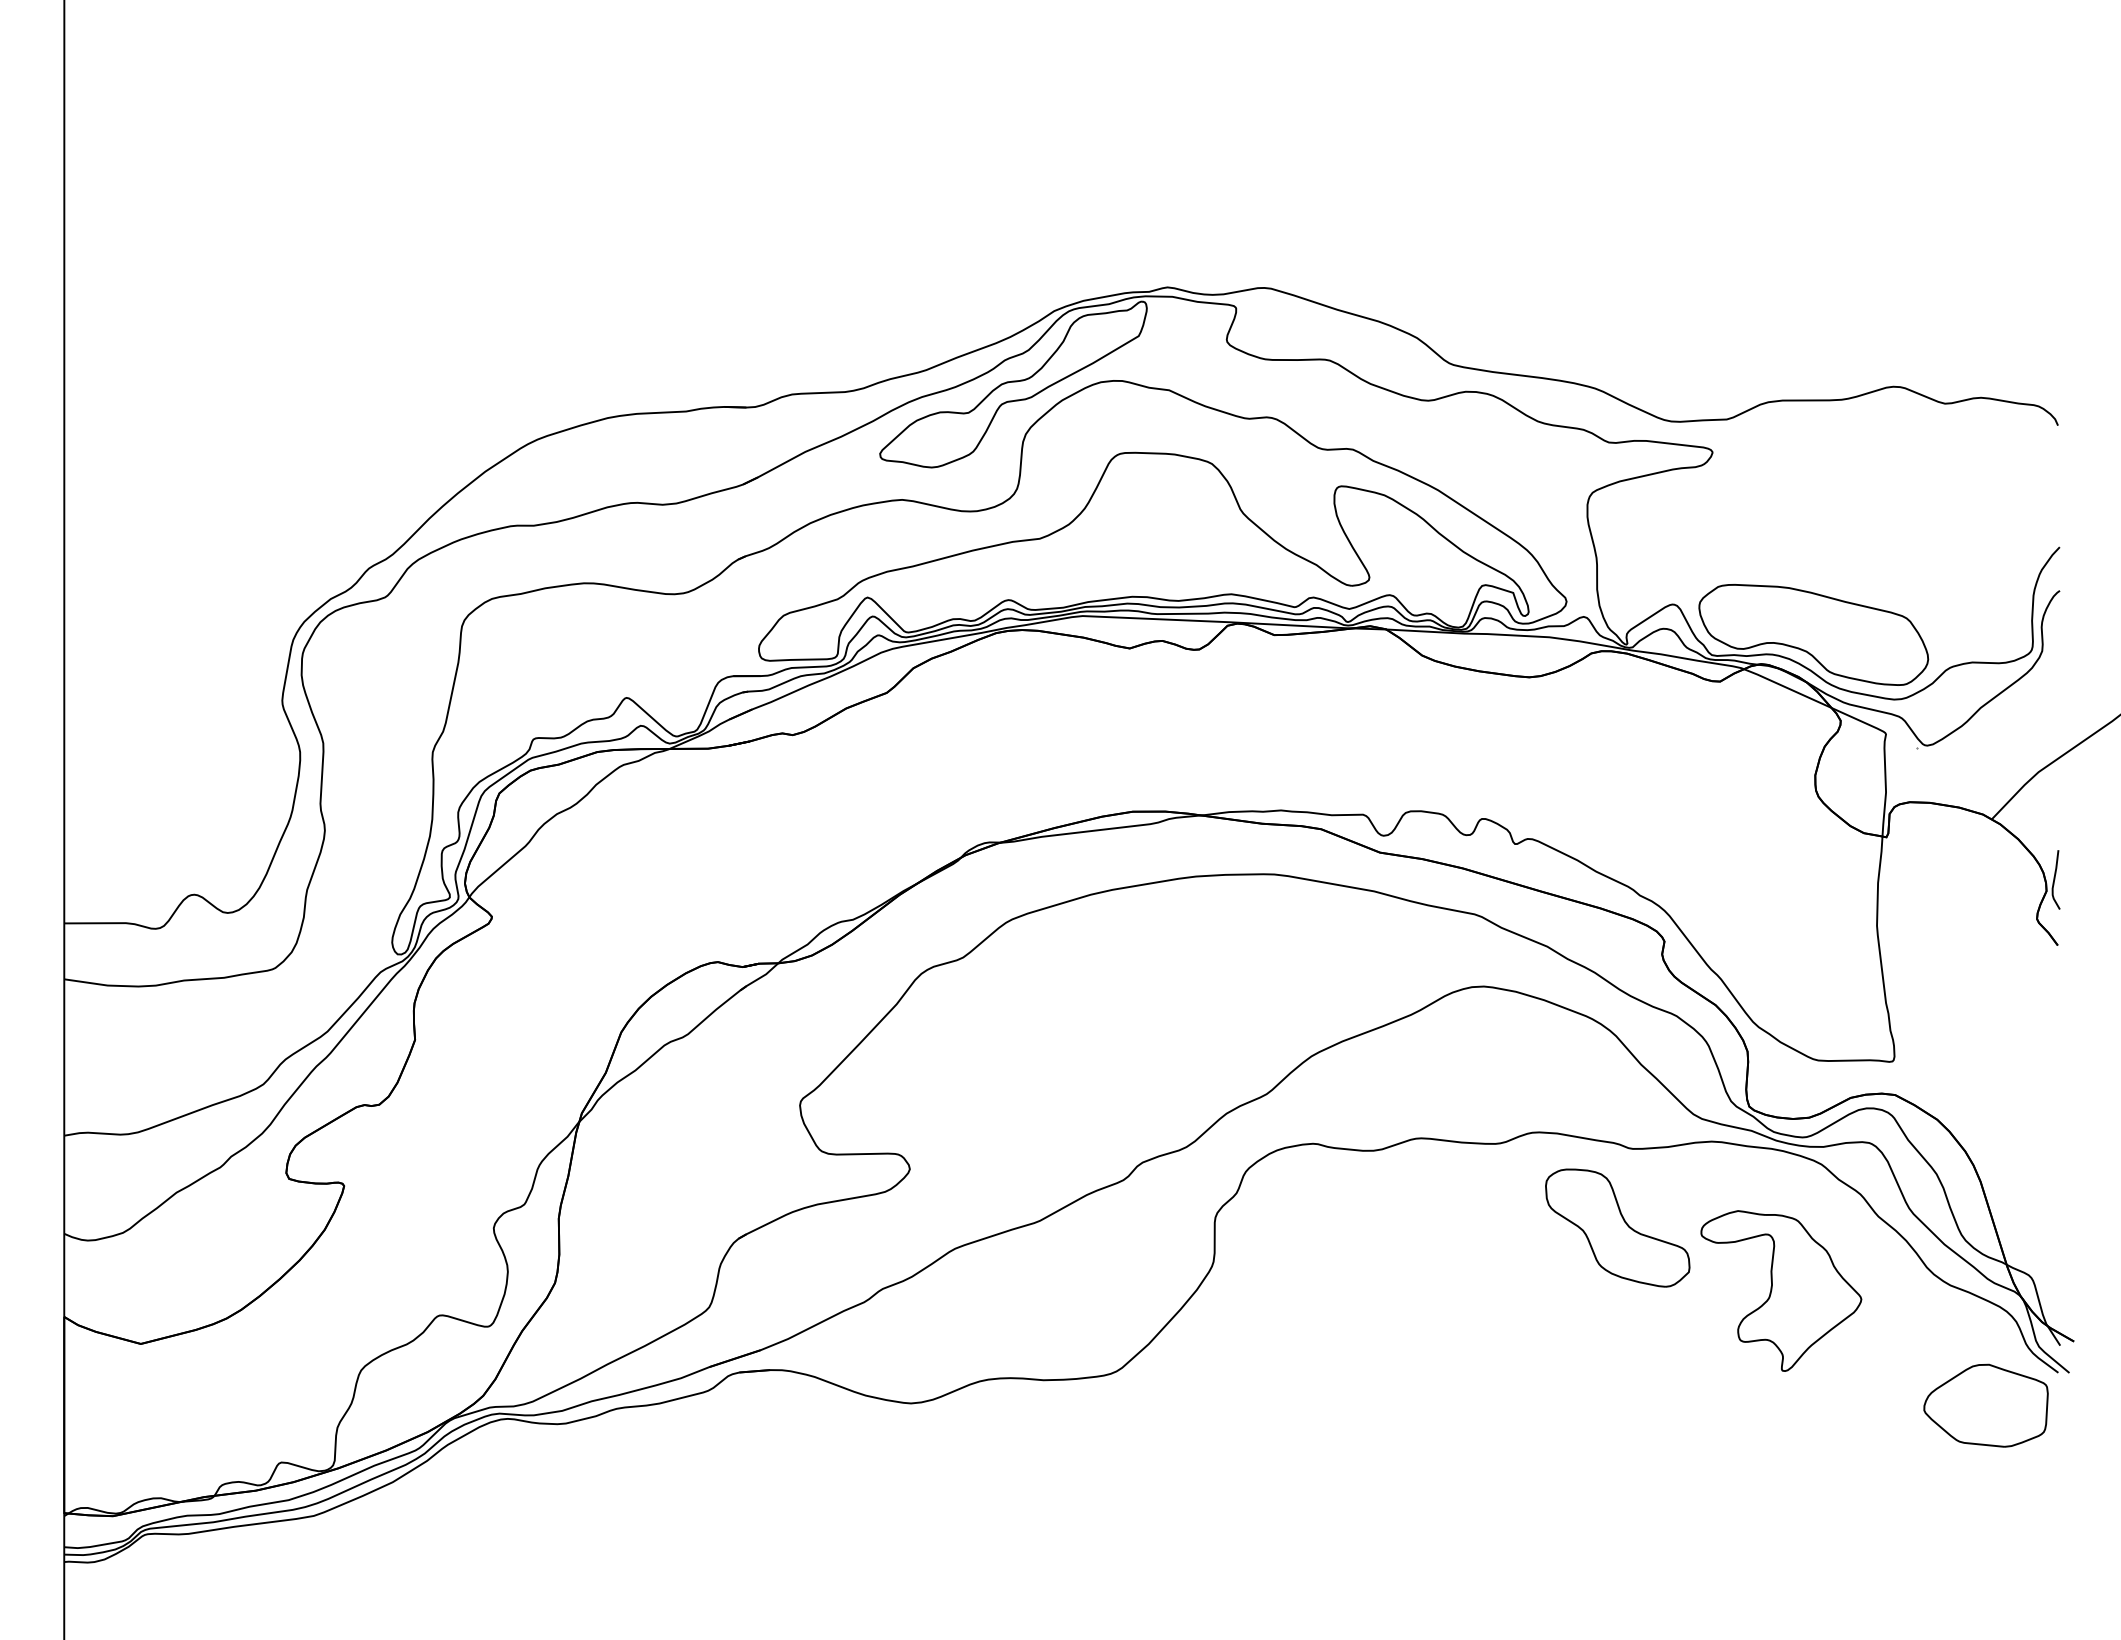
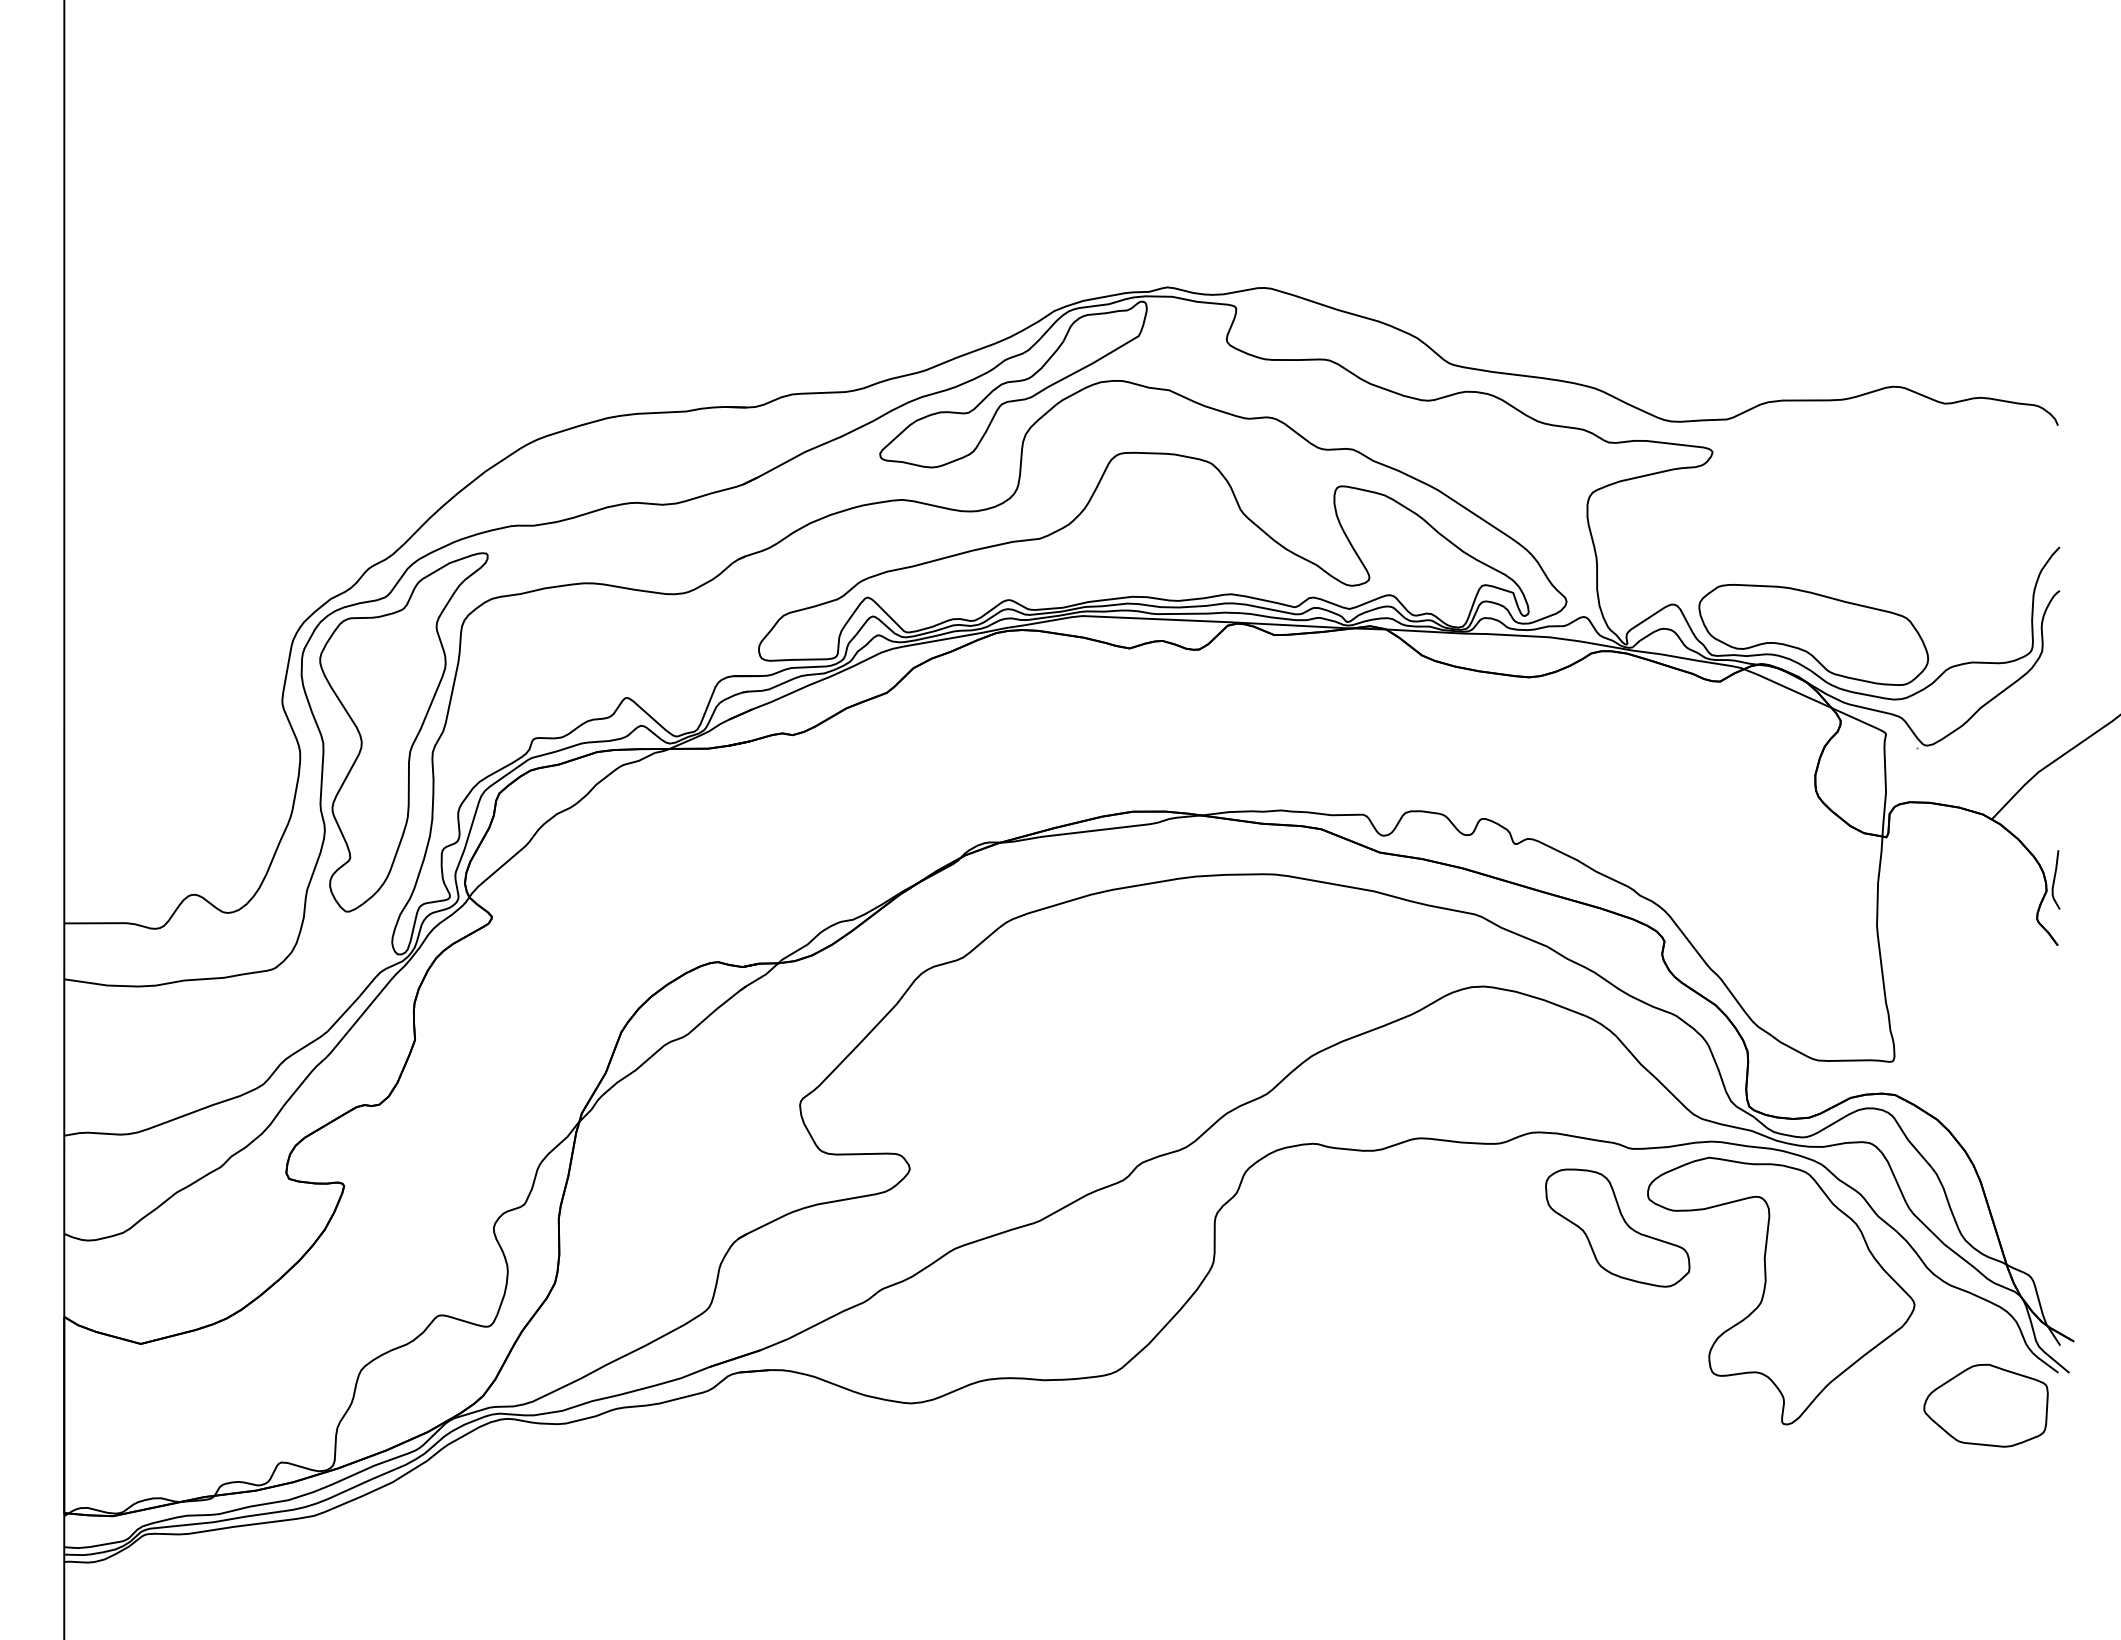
part at (403, 732): none -> present
part at (1781, 1290) size: 163x162 px -> 269x270 px
